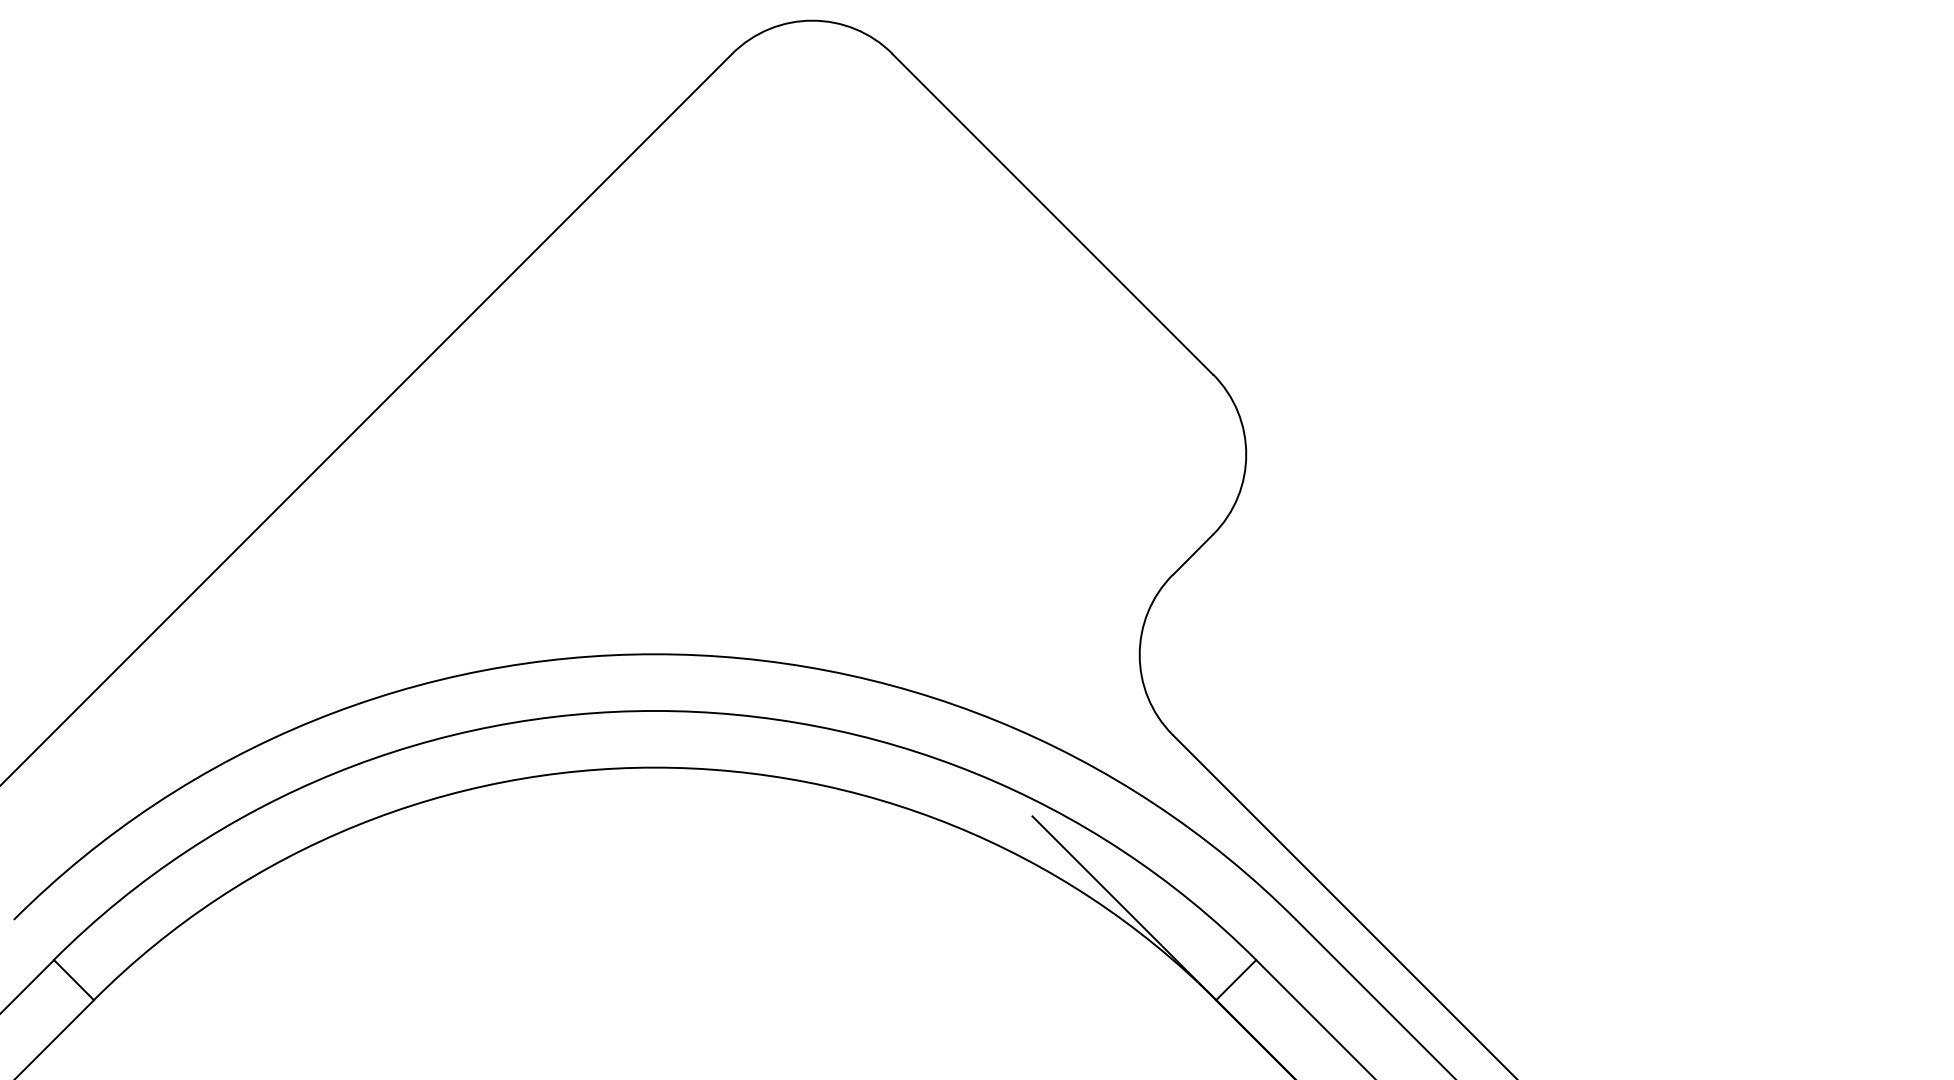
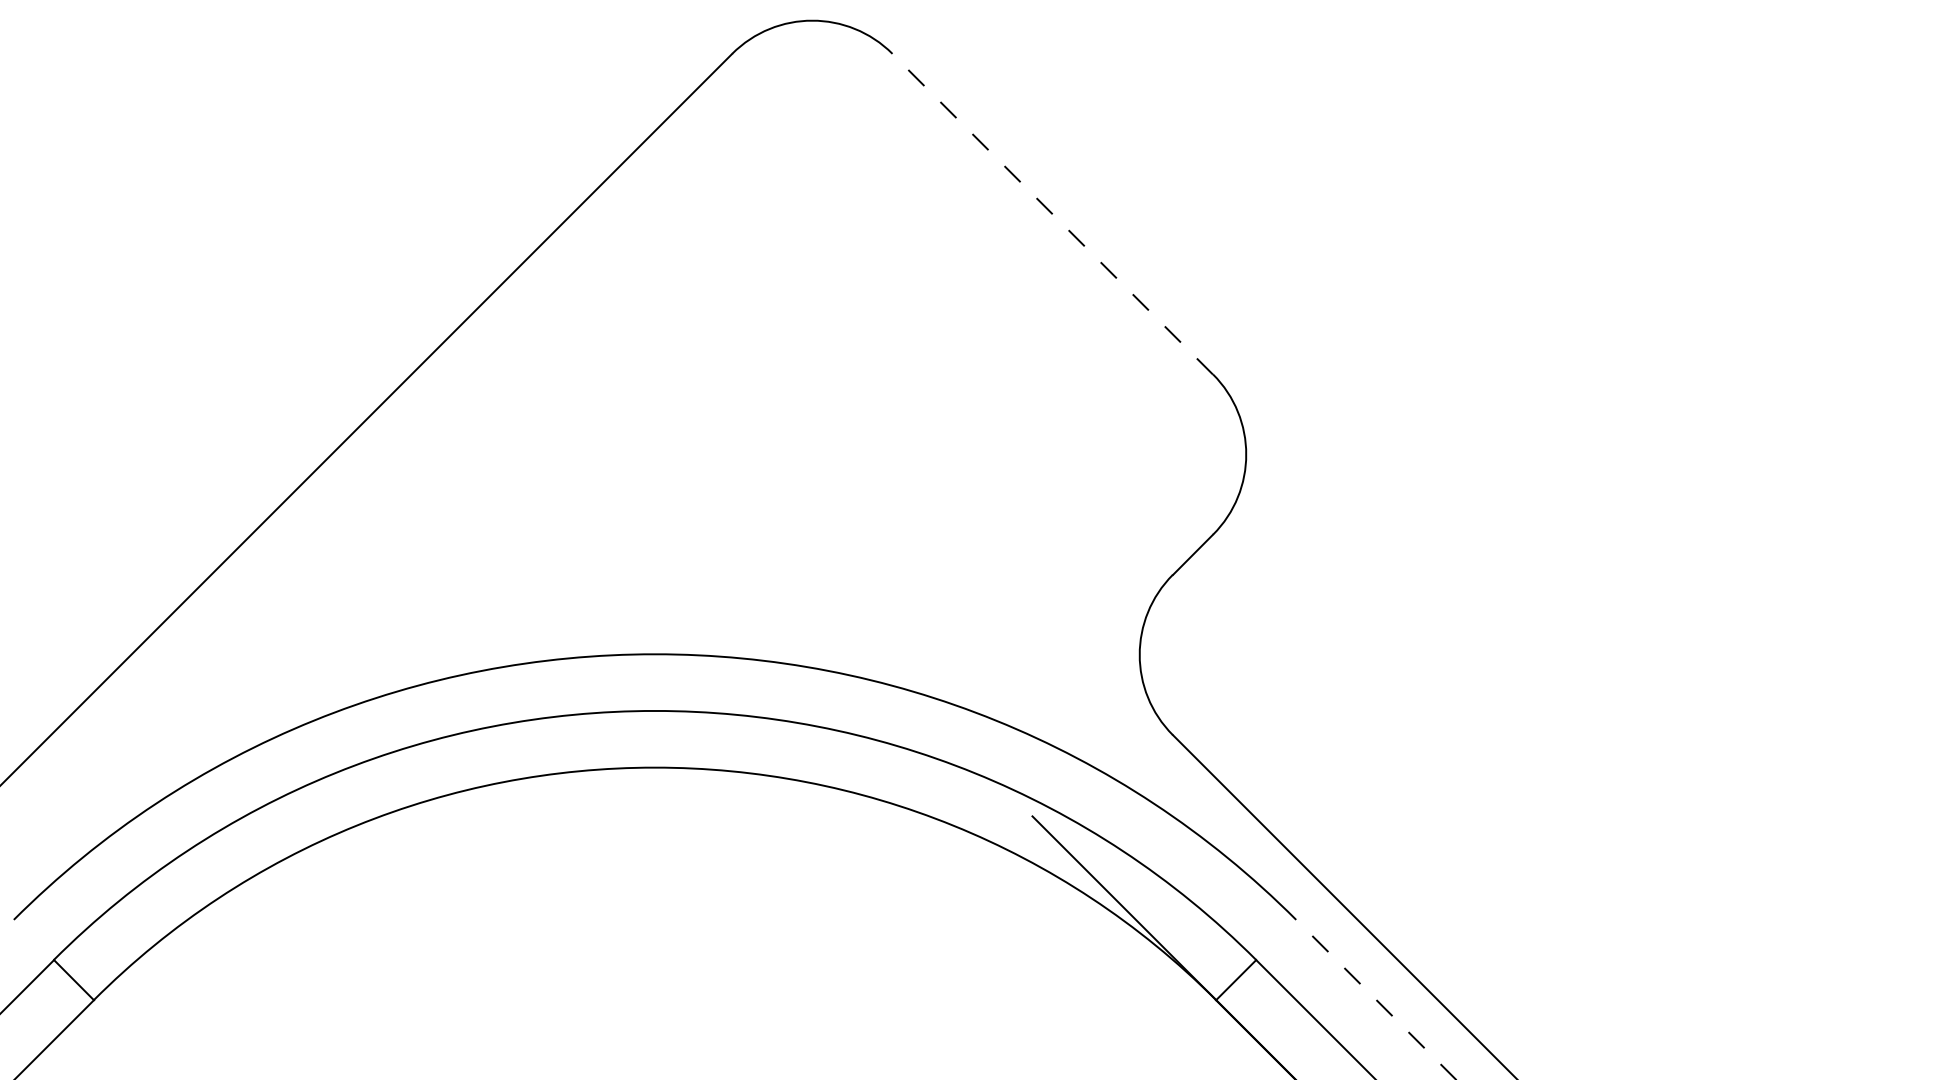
line at (1052, 214): solid -> dashed
line at (1376, 999): solid -> dashed
